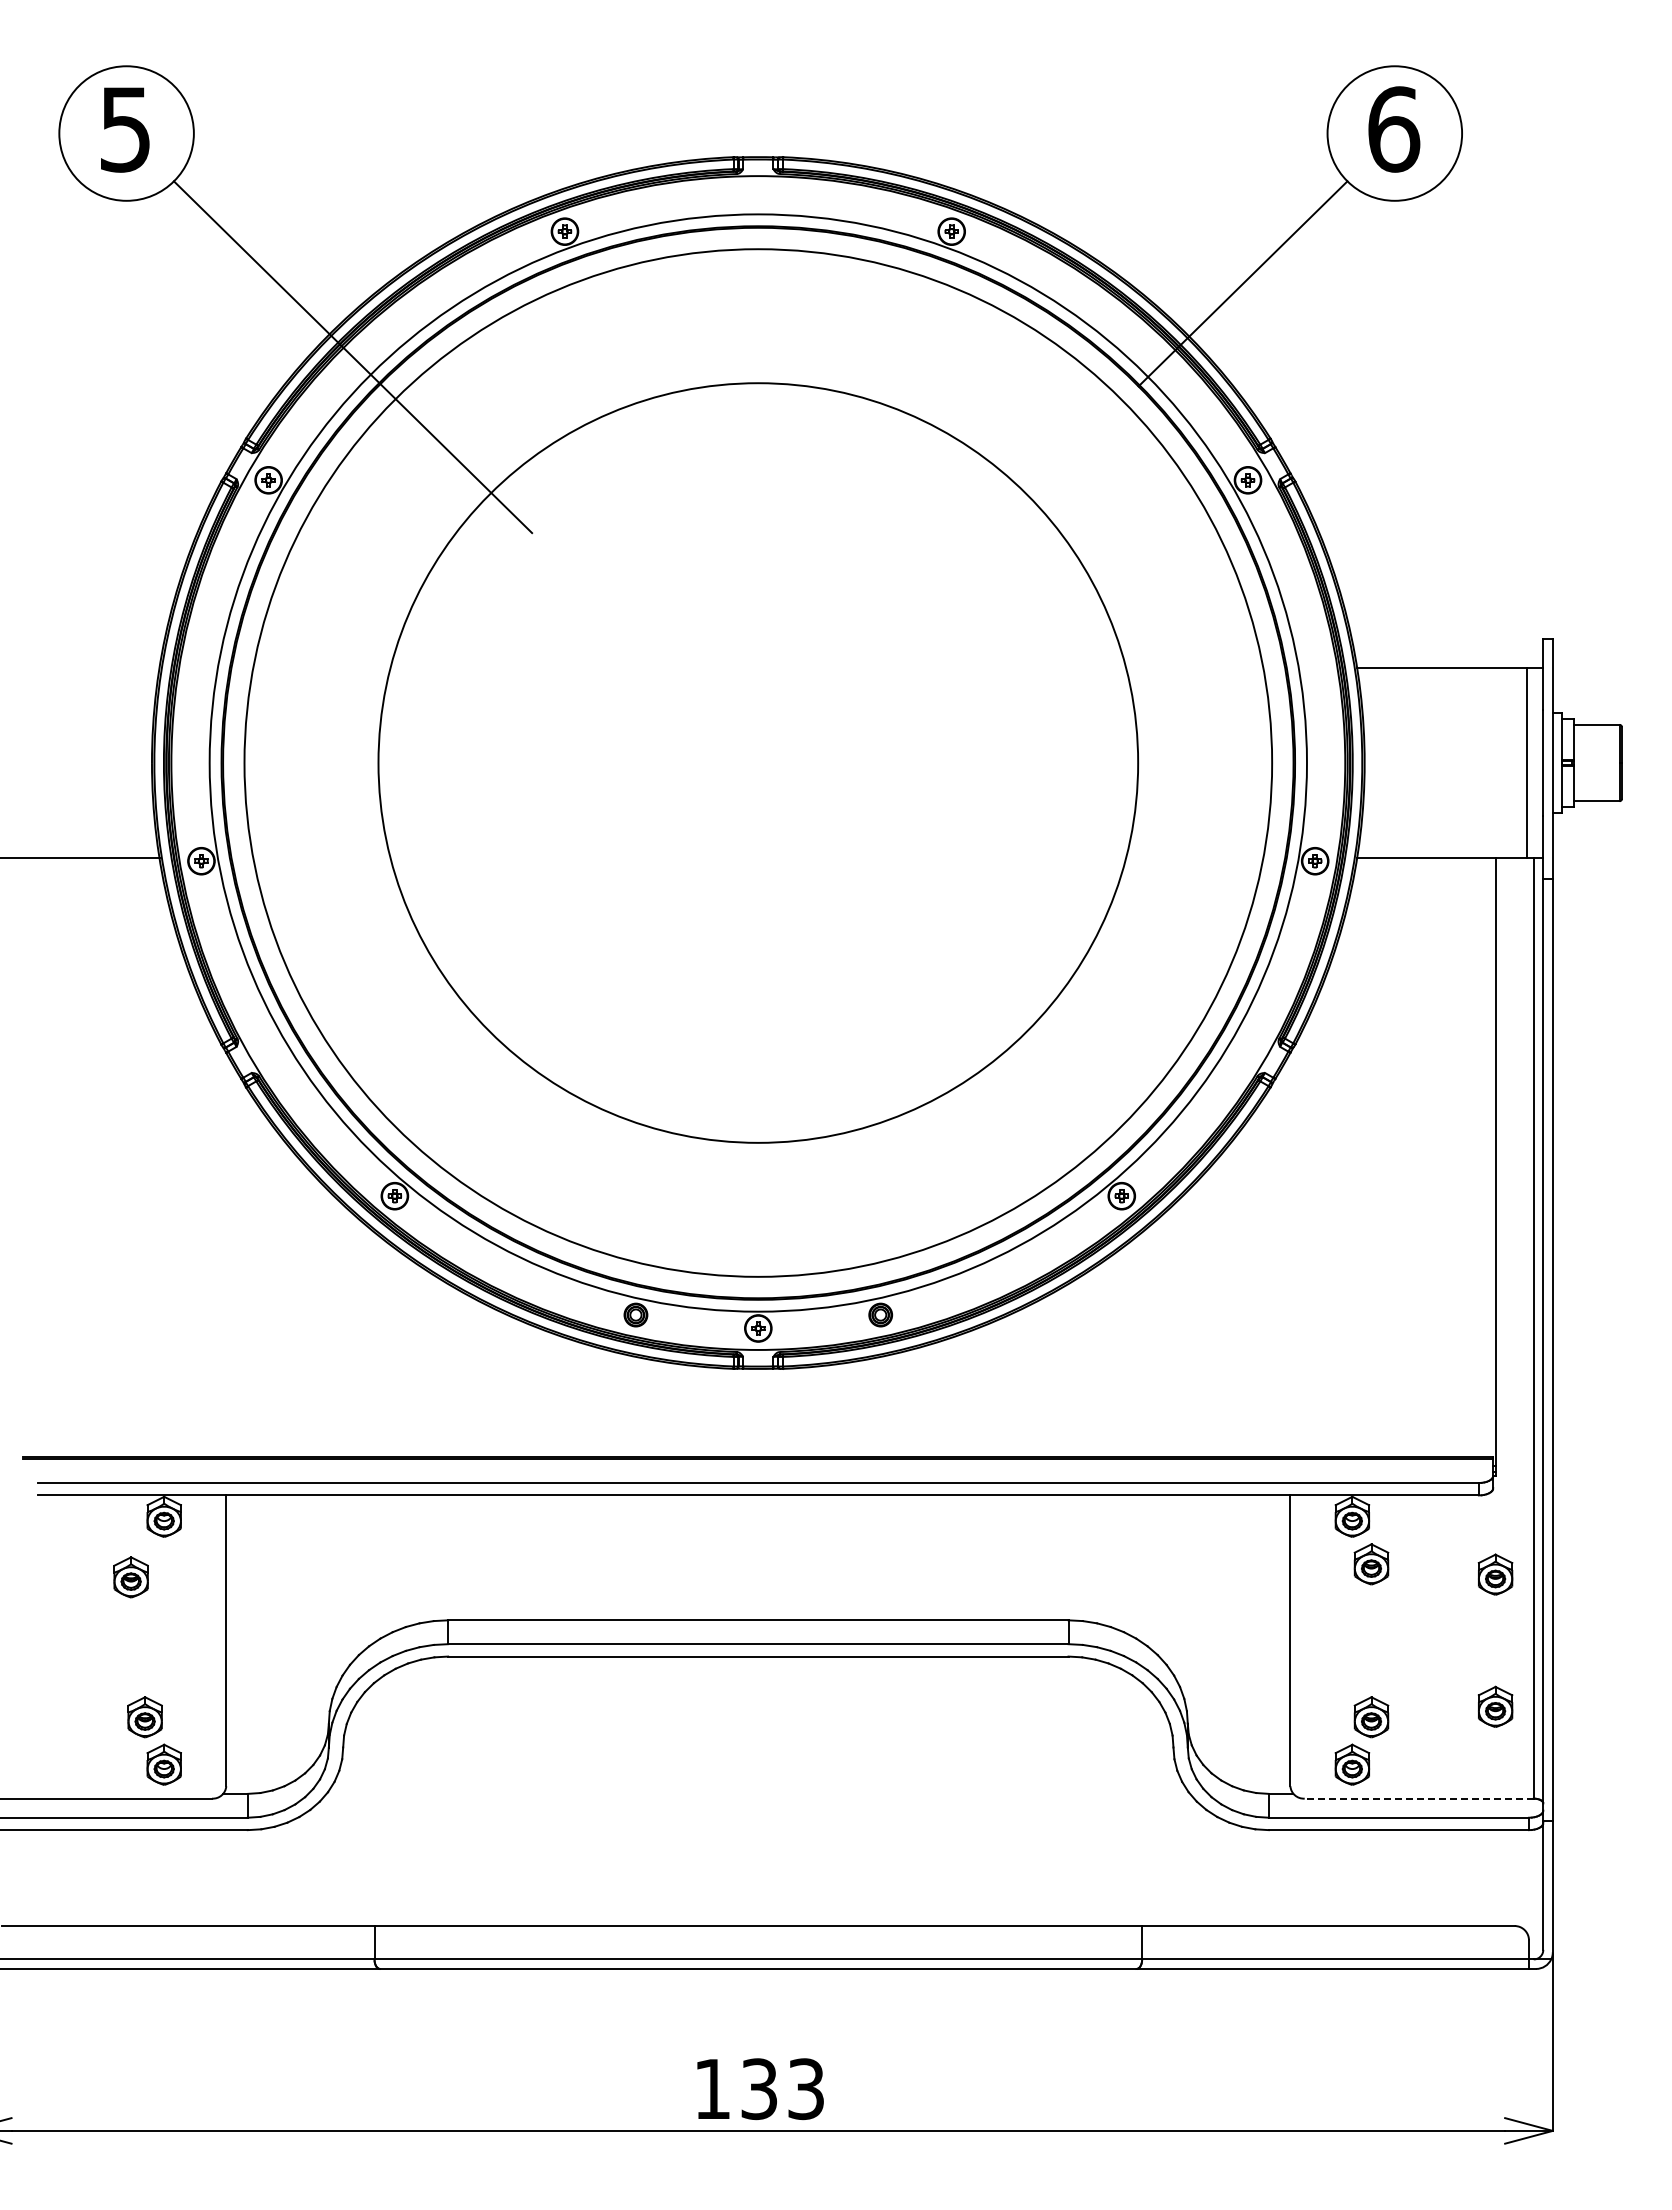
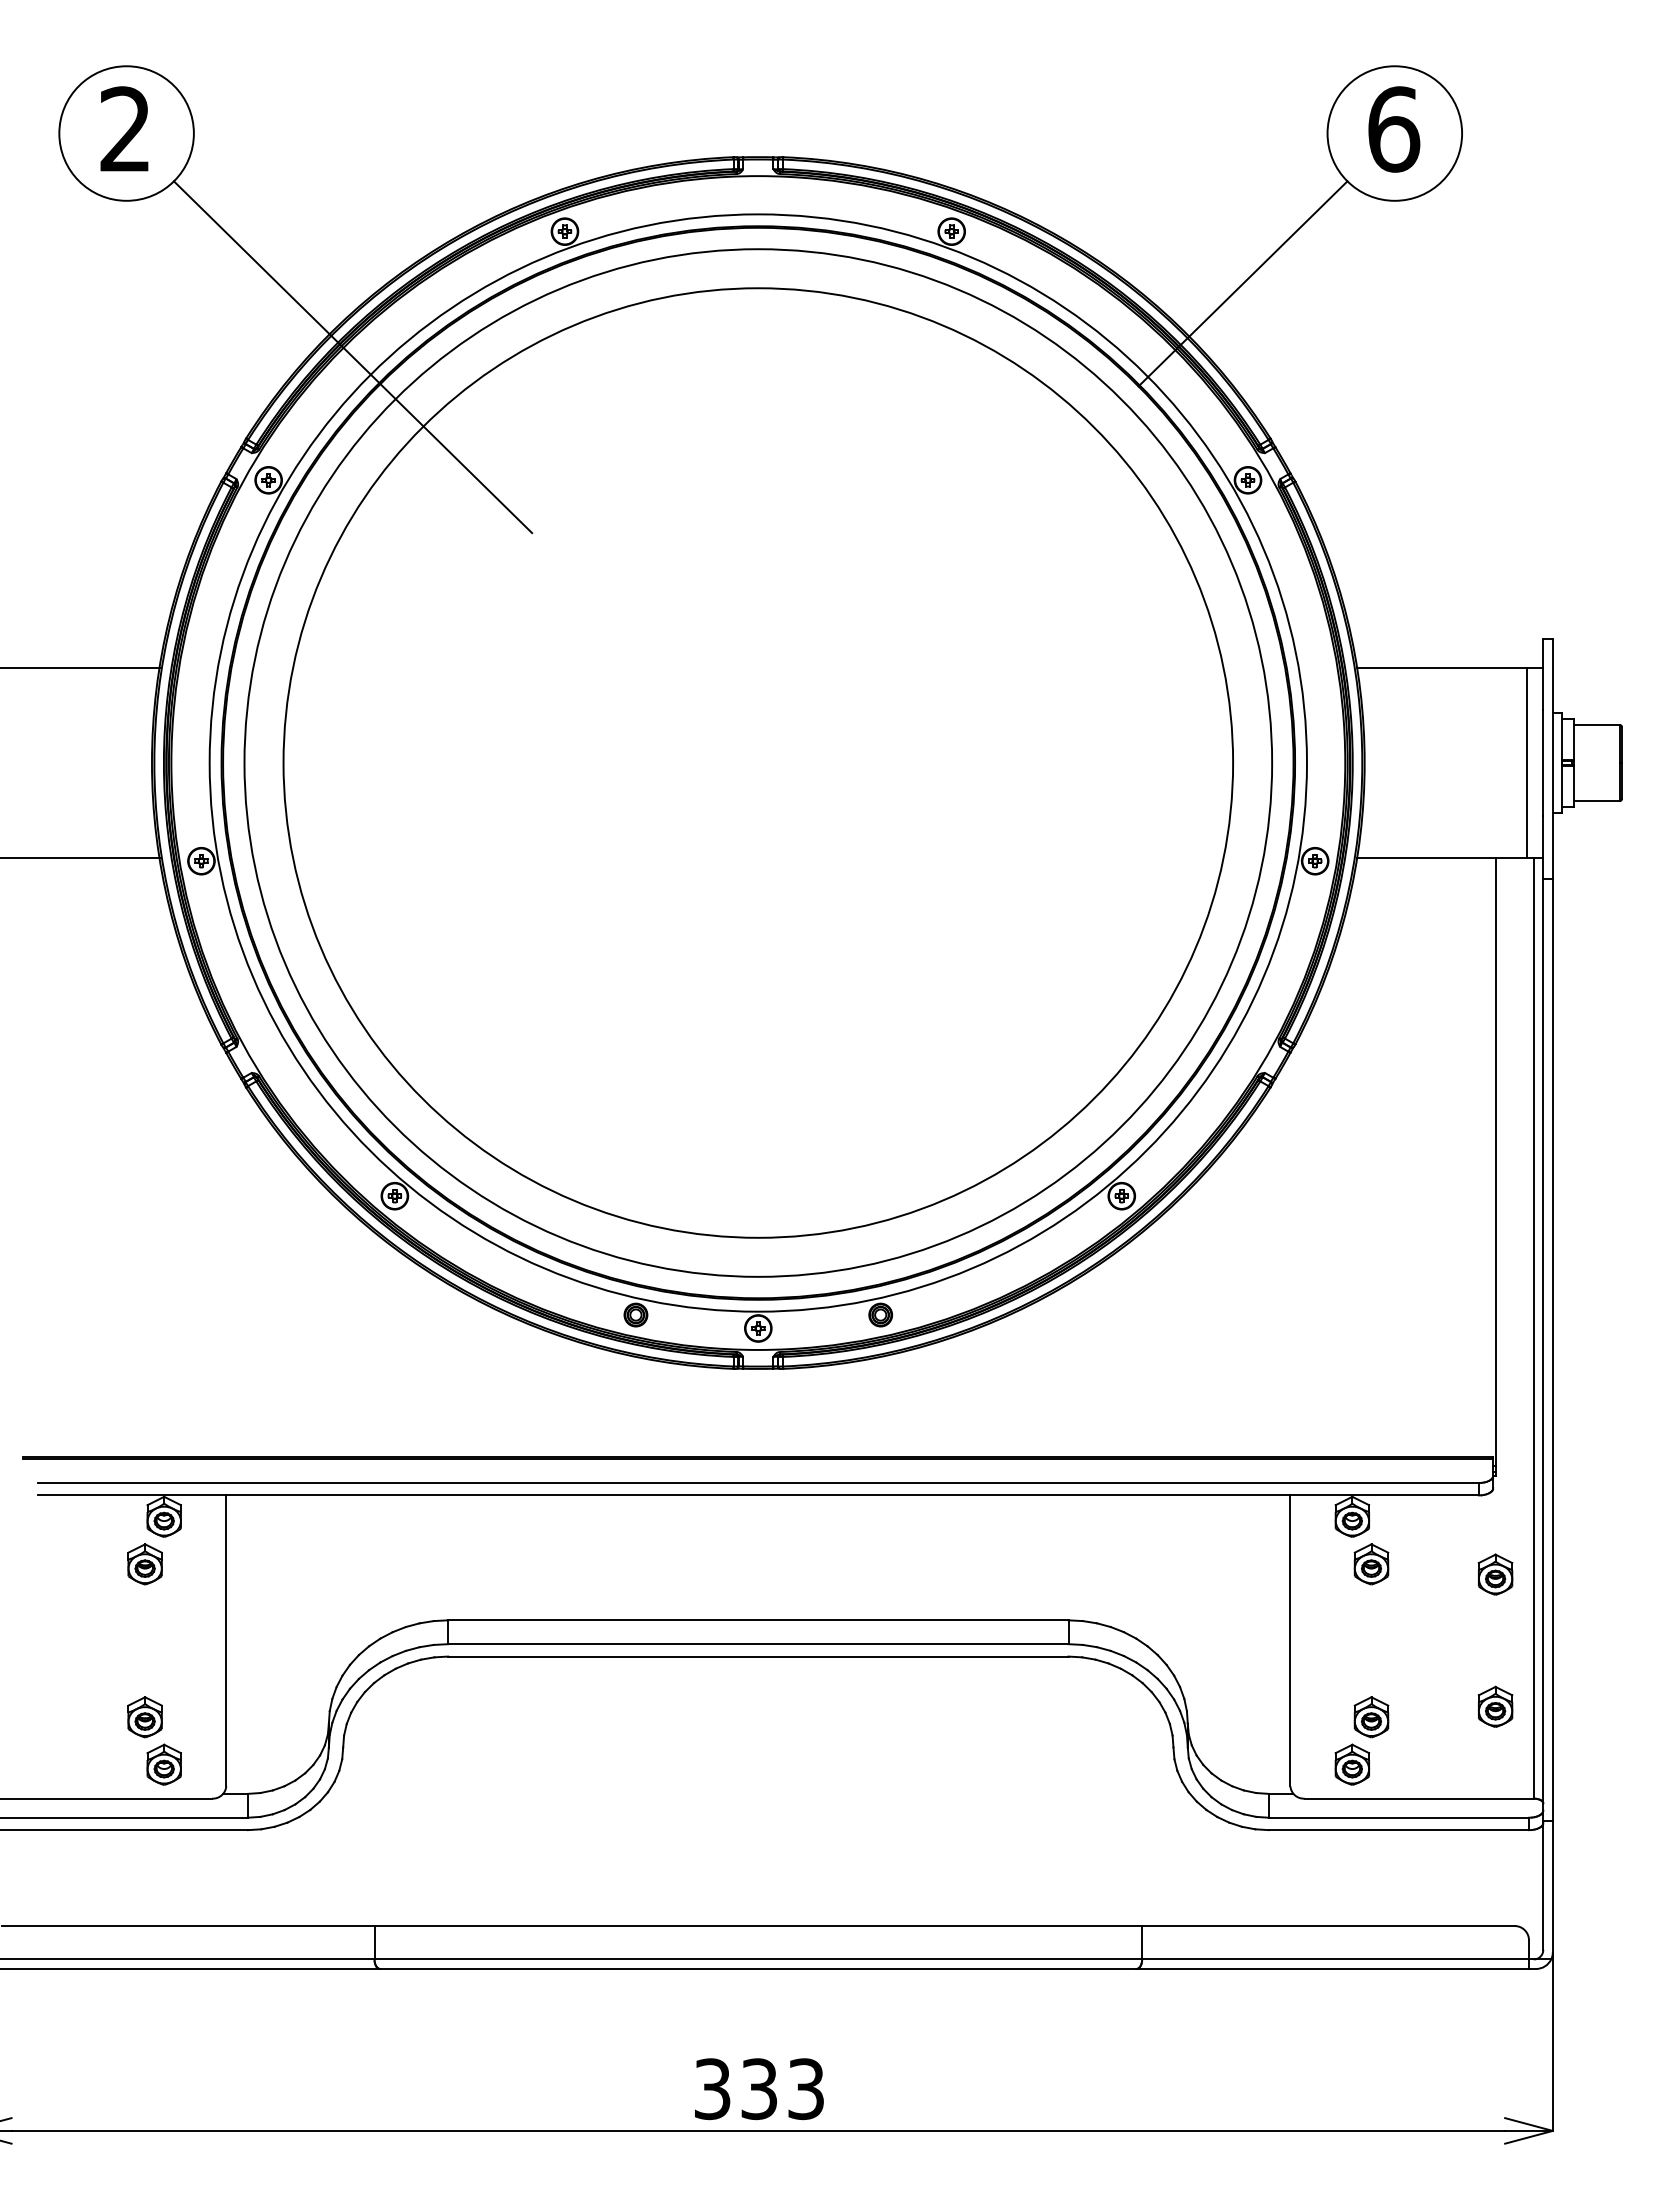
text at (124, 129): 5 -> 2
line at (80, 667): none -> present
circle at (758, 762) diameter: 760 px -> 950 px
part at (130, 1577) position: (130, 1577) -> (144, 1564)
line at (1419, 1798): dashed -> solid
text at (712, 2089): 133 -> 333
